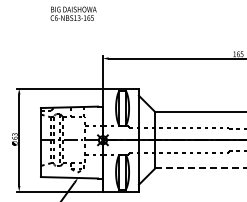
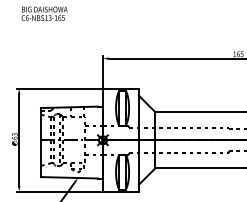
text at (73, 13) position: (73, 13) -> (44, 13)
line at (201, 168): dashed -> solid
